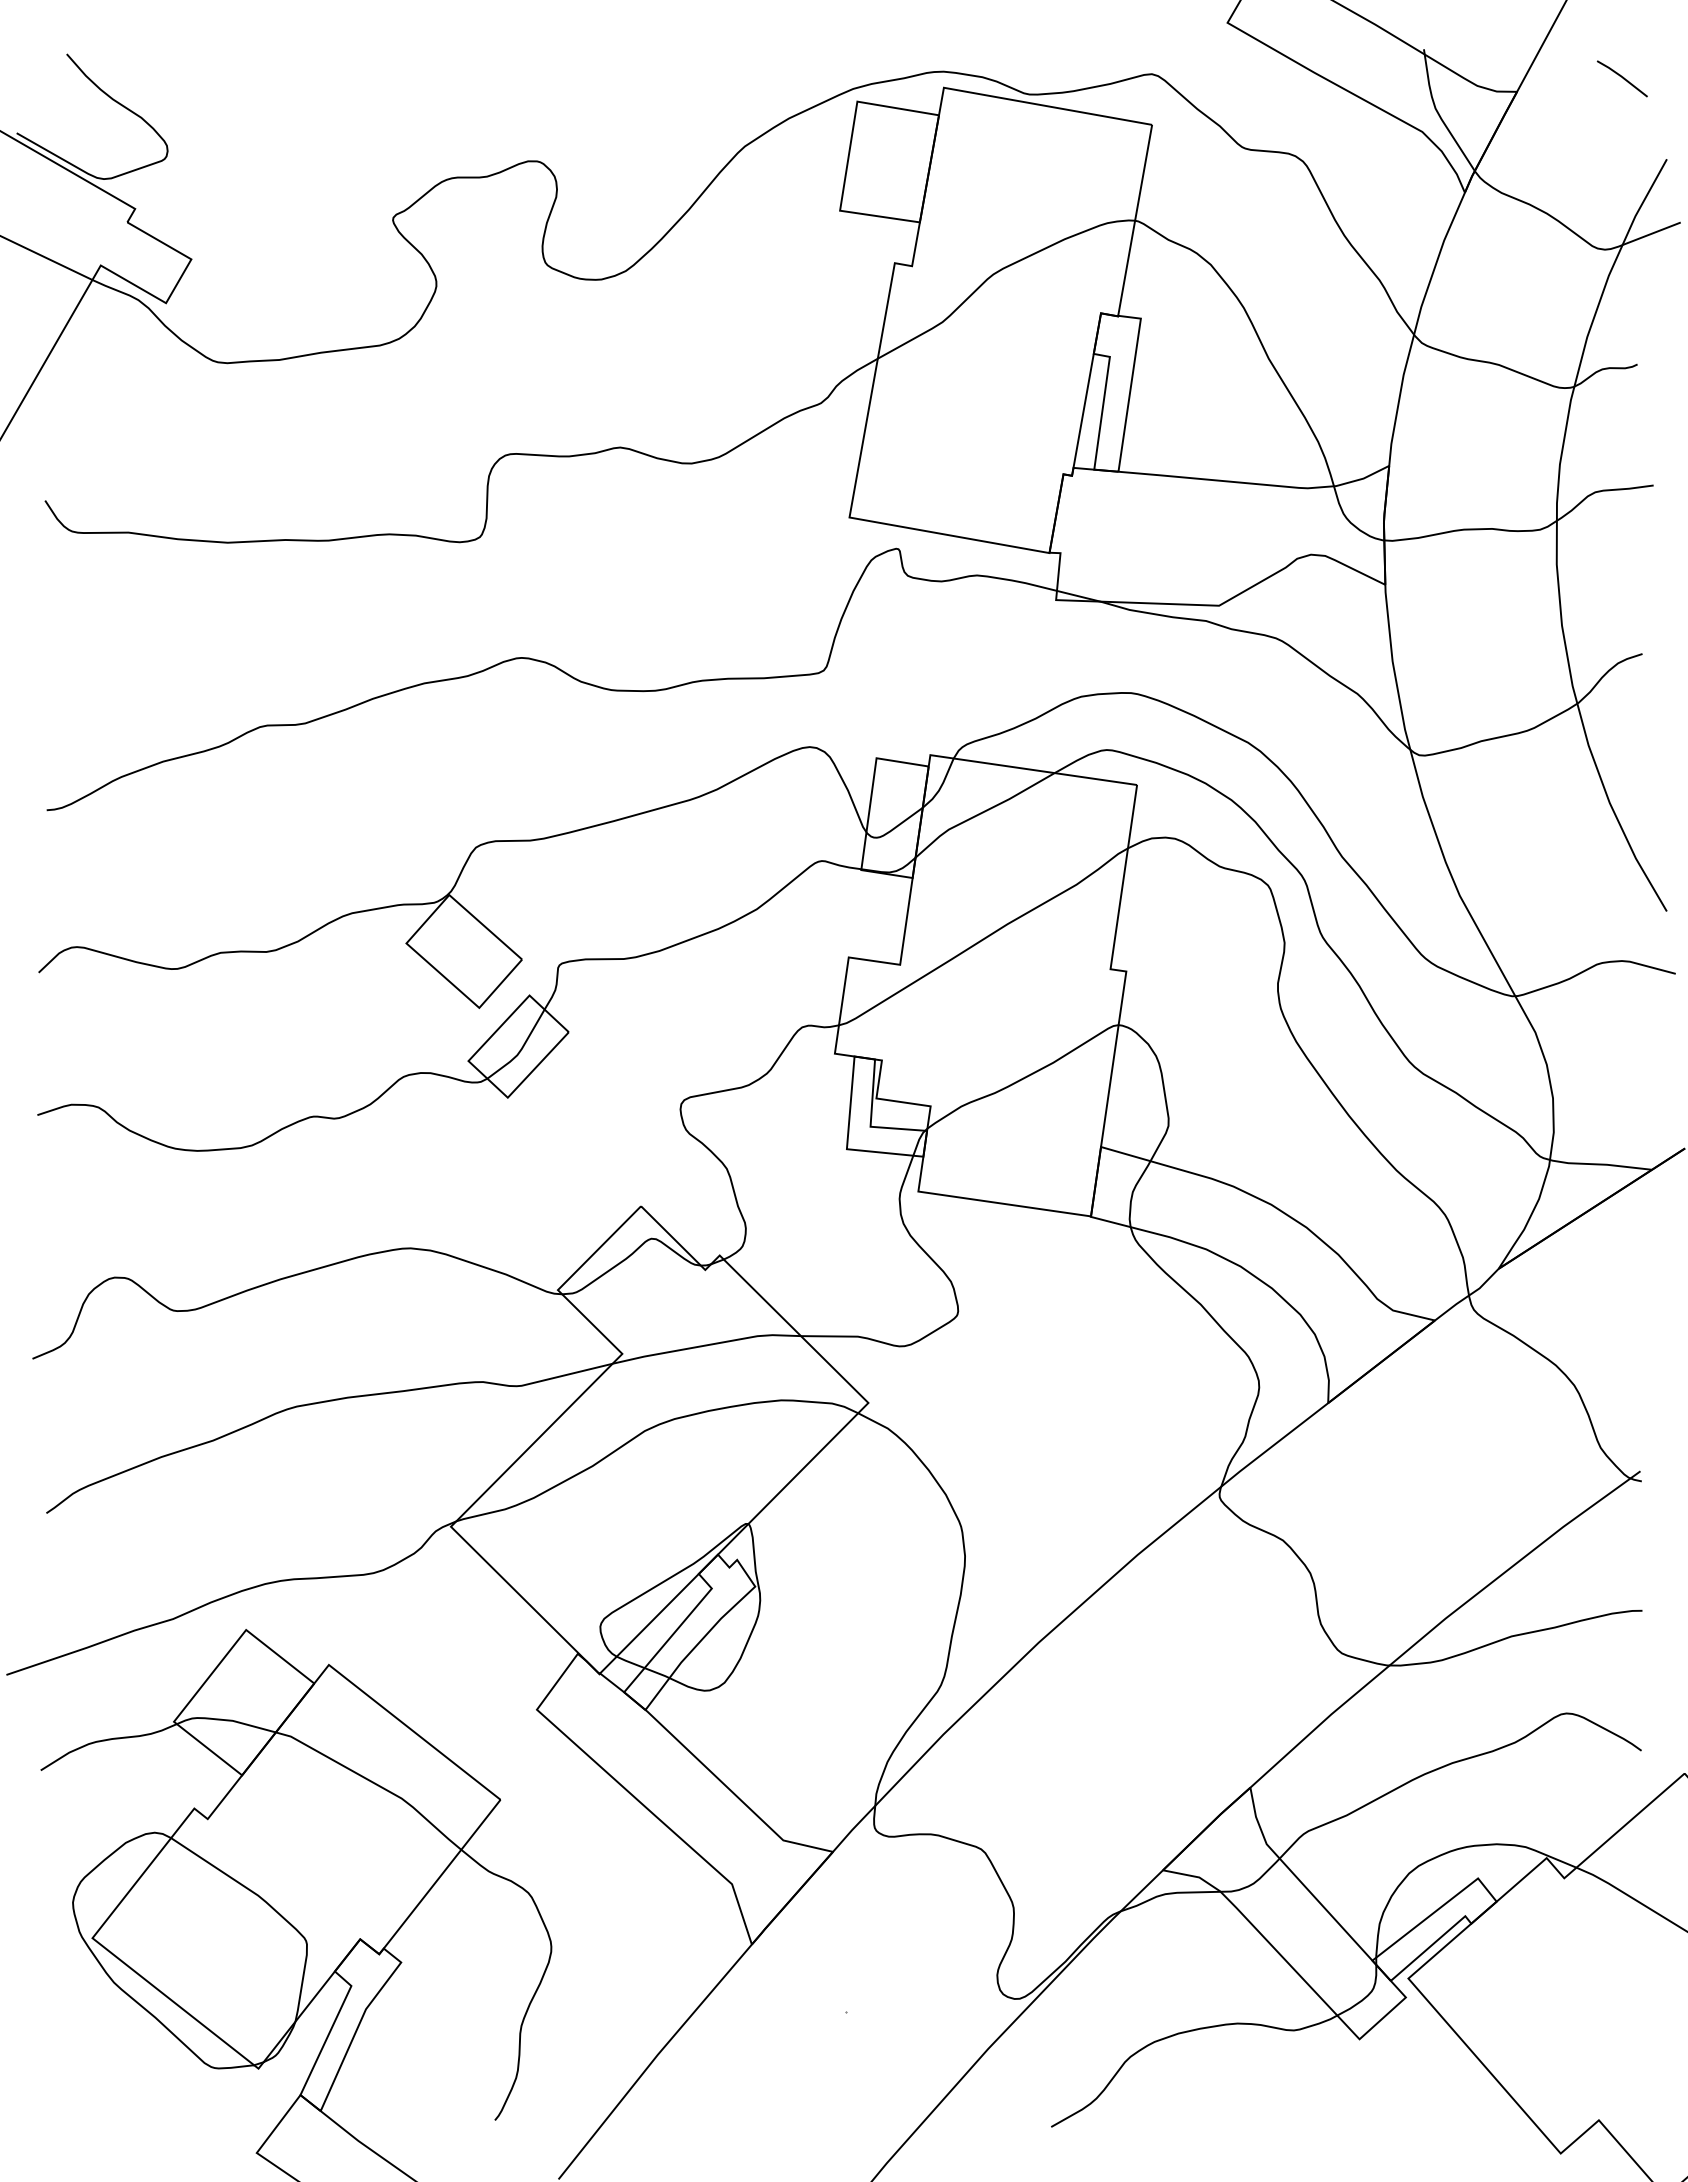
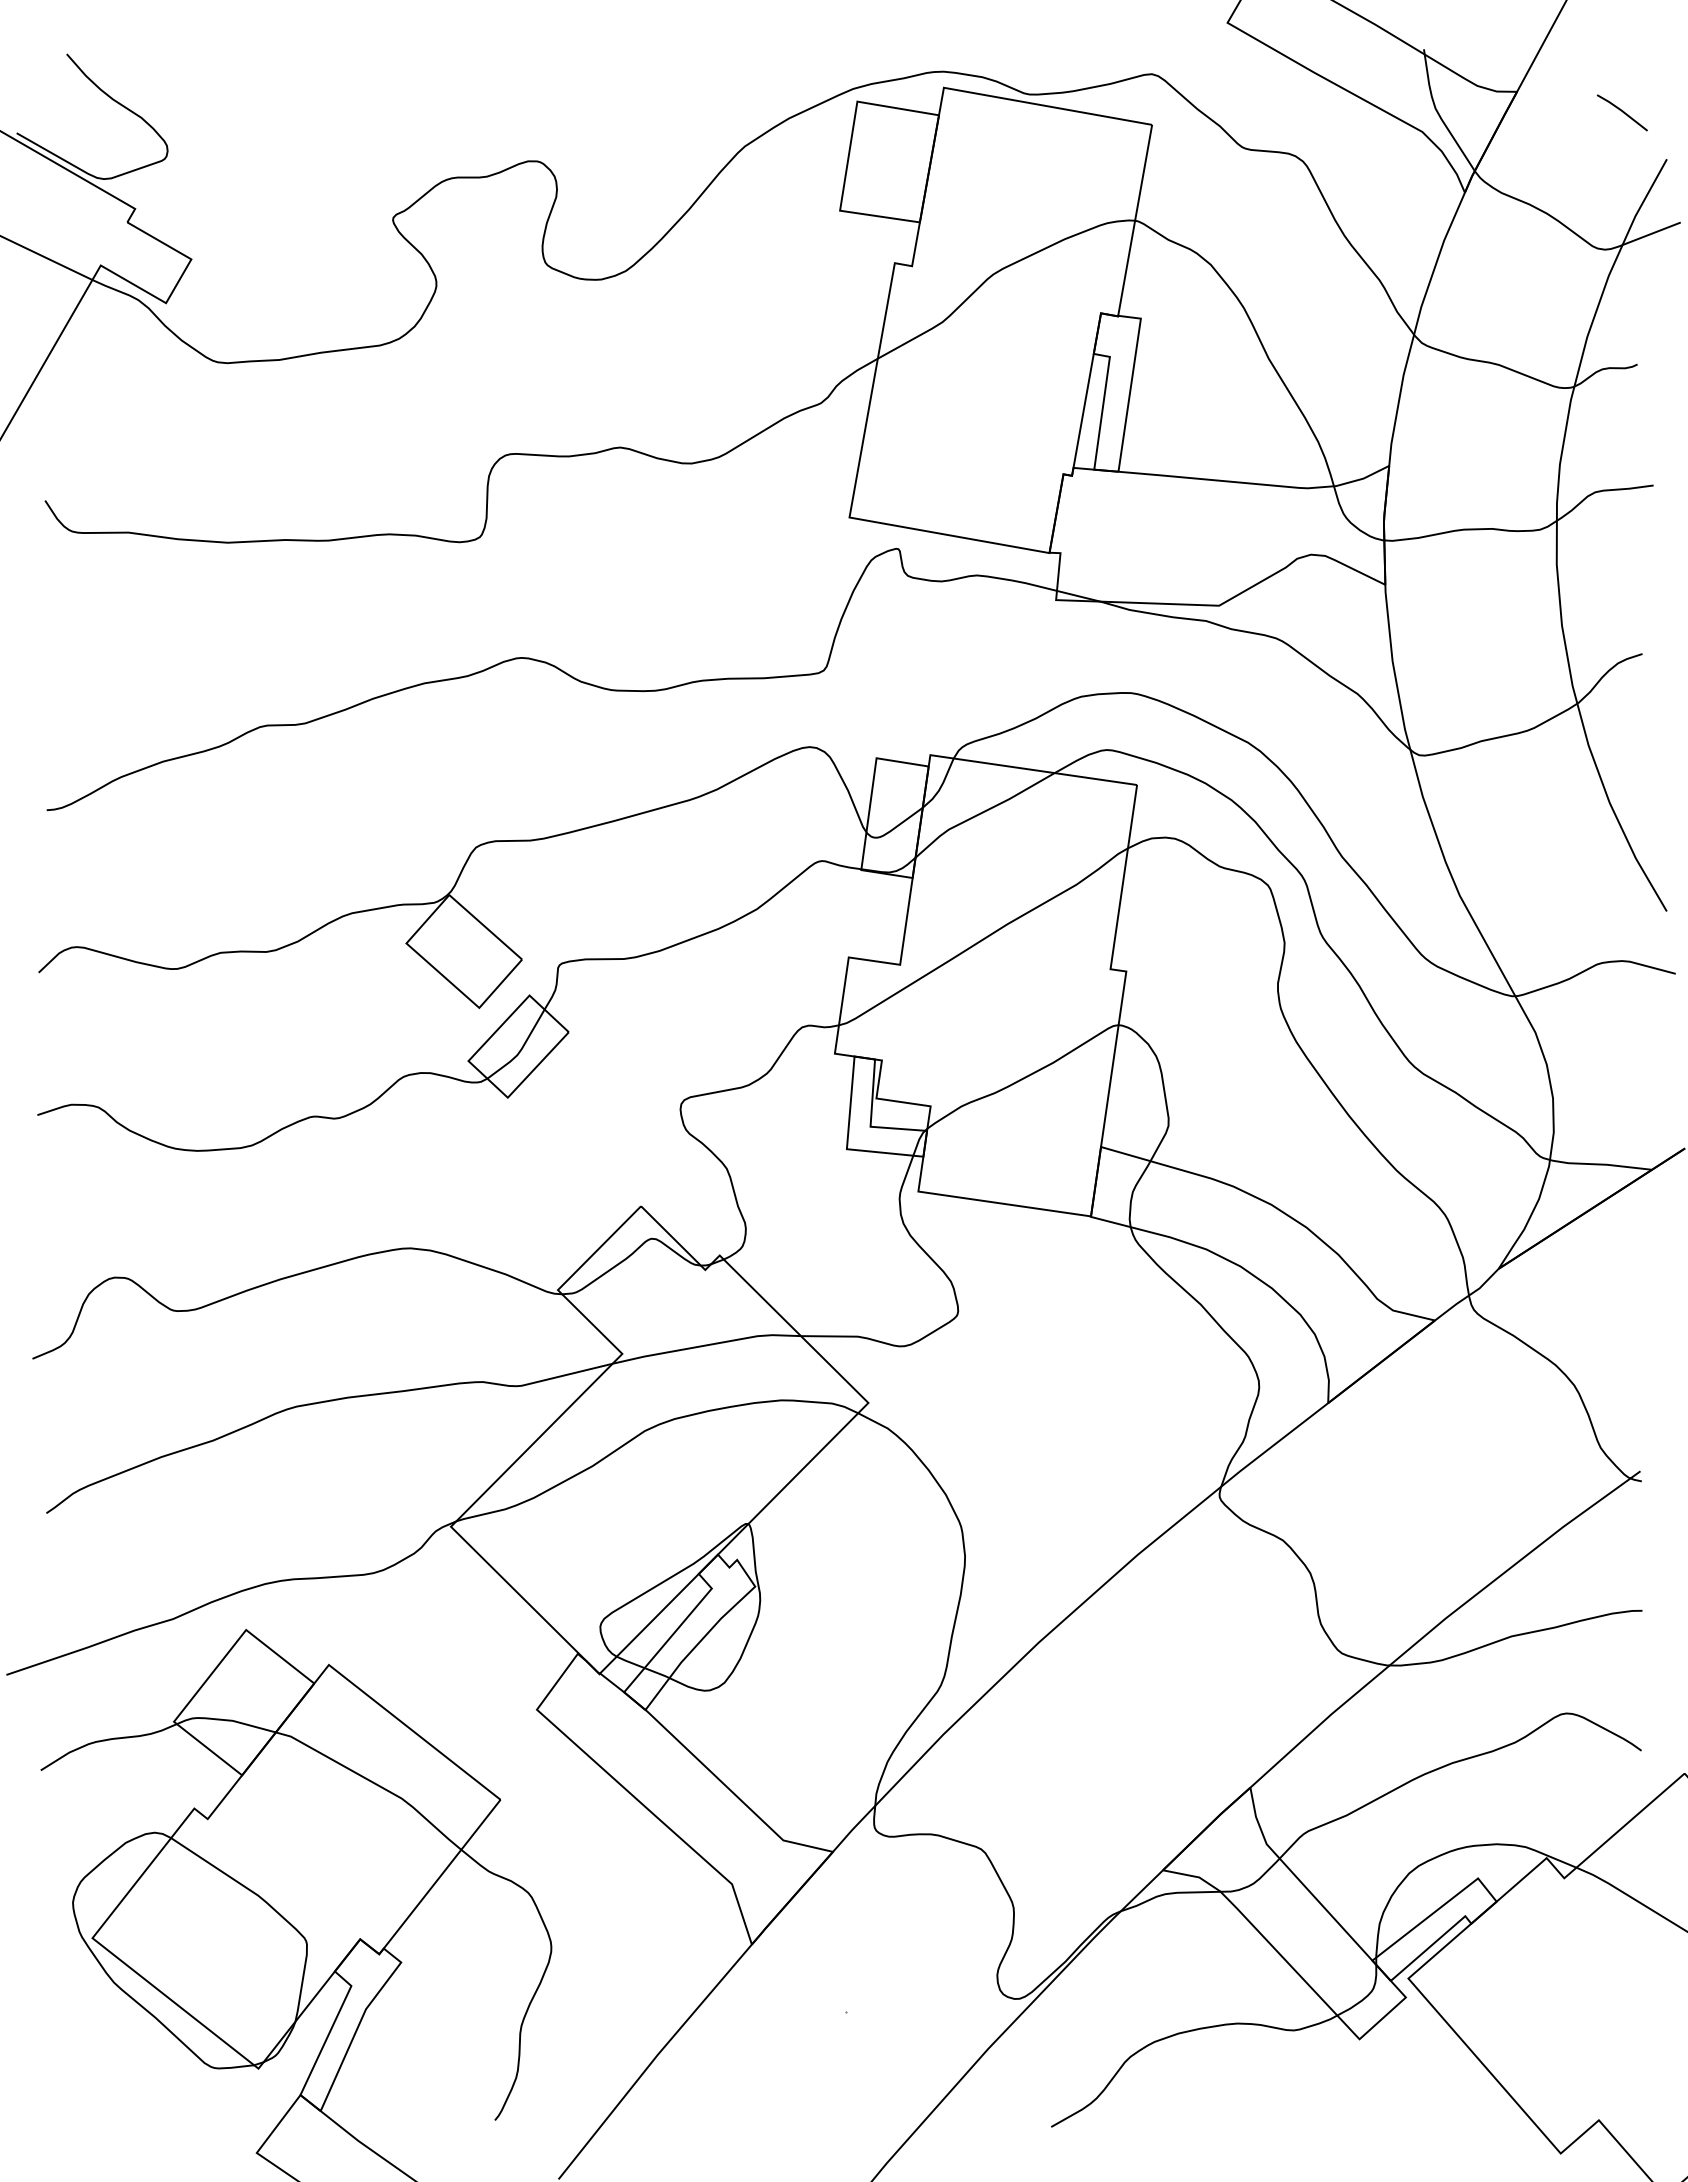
line at (1621, 77) position: (1621, 77) -> (1621, 111)
